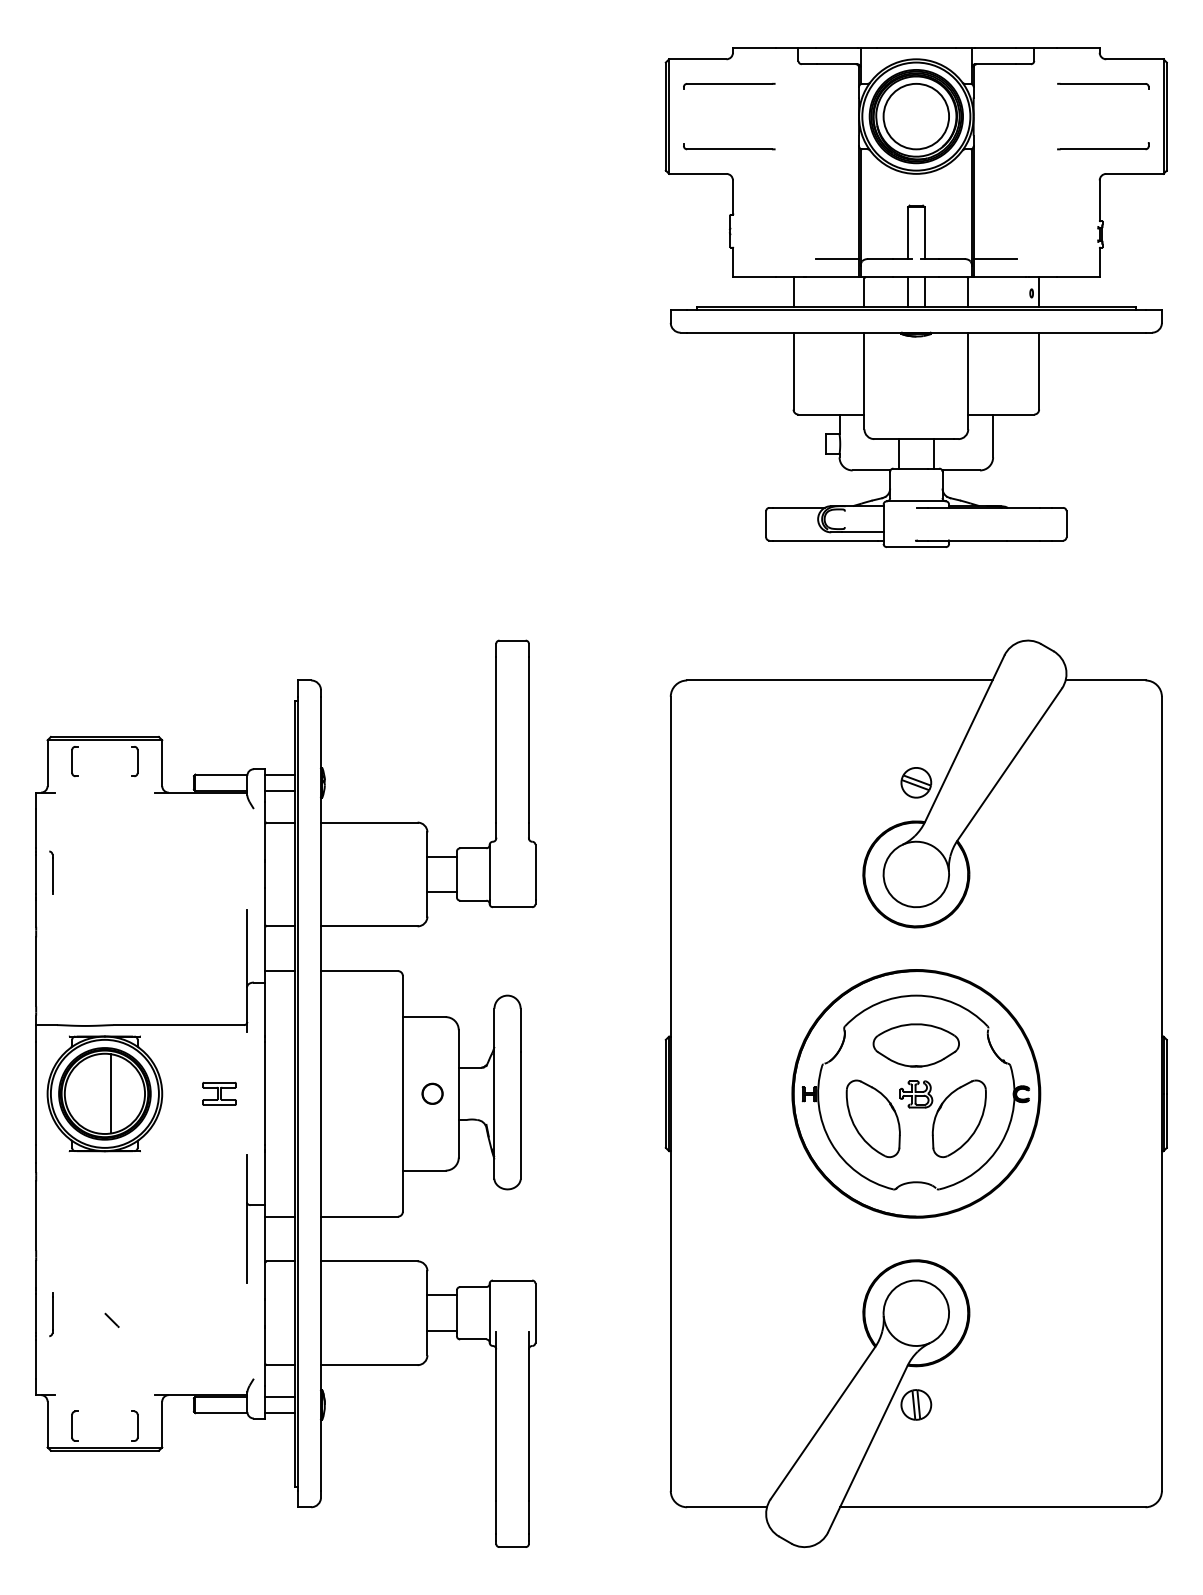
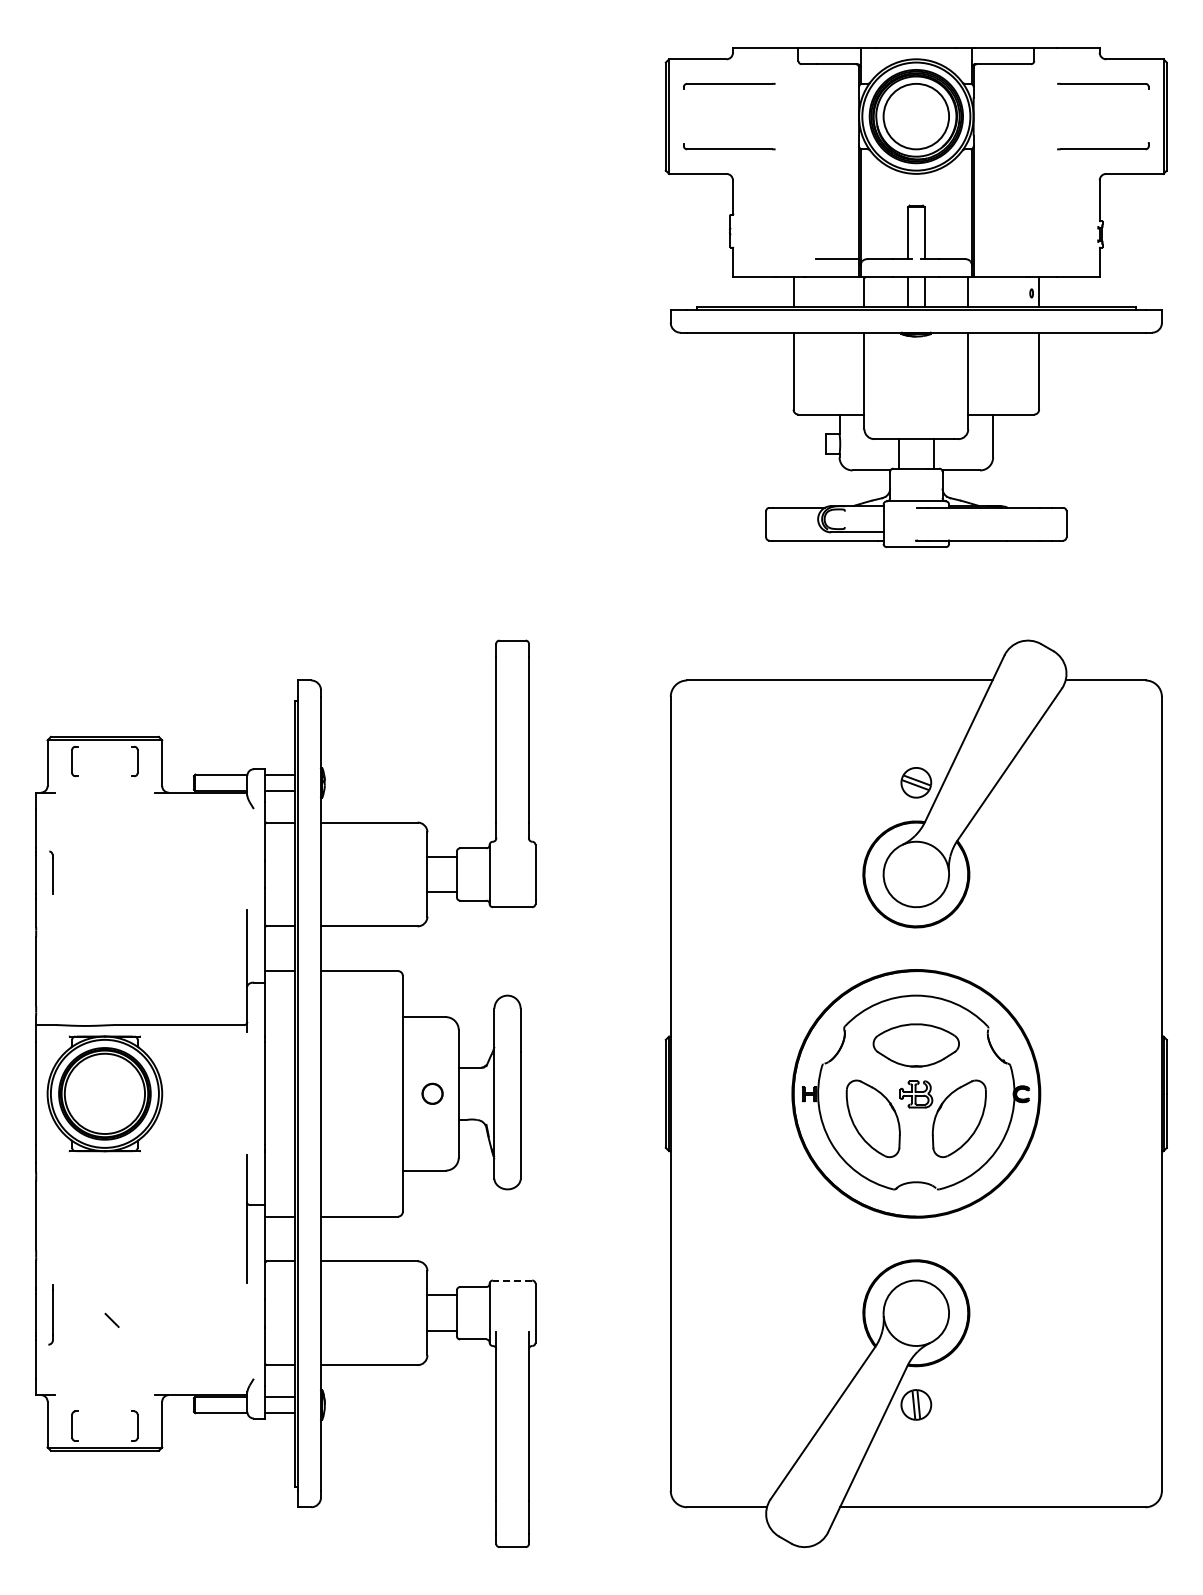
line at (994, 259): present -> none
line at (111, 1093): present -> none
part at (219, 1093): present -> none
line at (512, 1280): solid -> dashed
part at (51, 1314) size: 5x46 px -> 6x62 px
